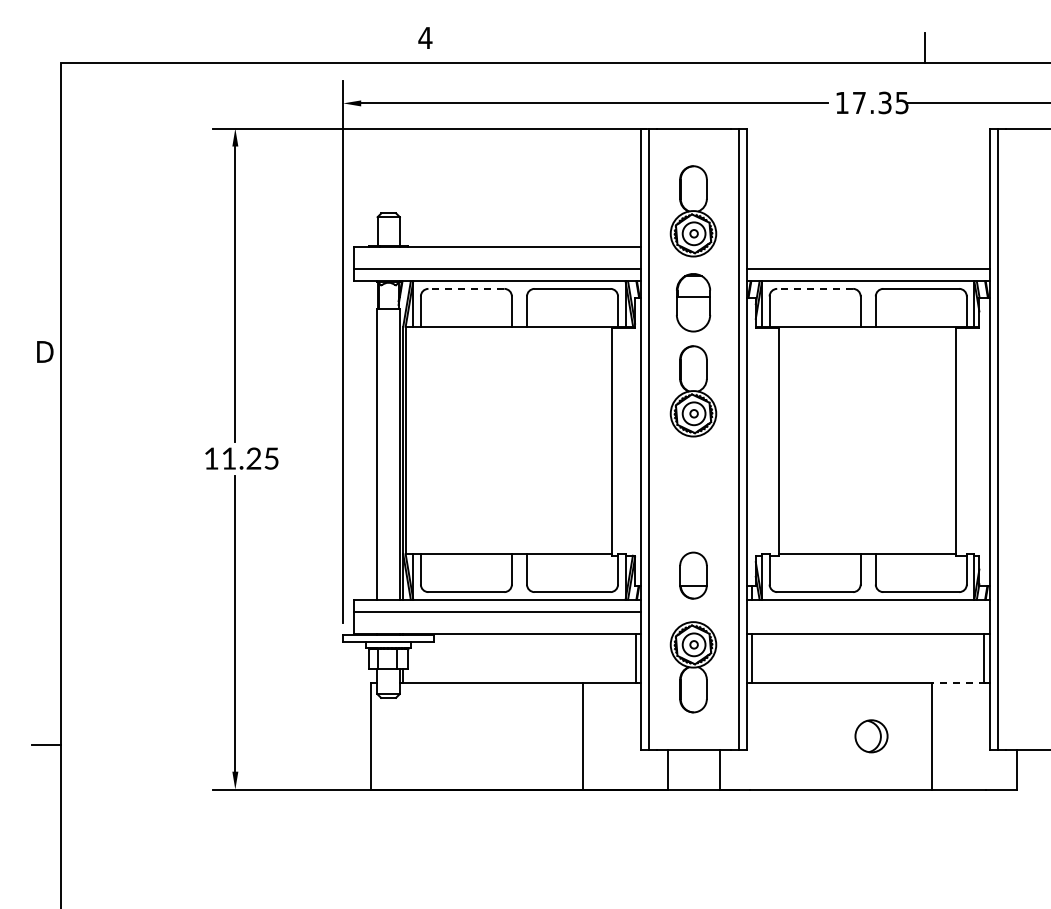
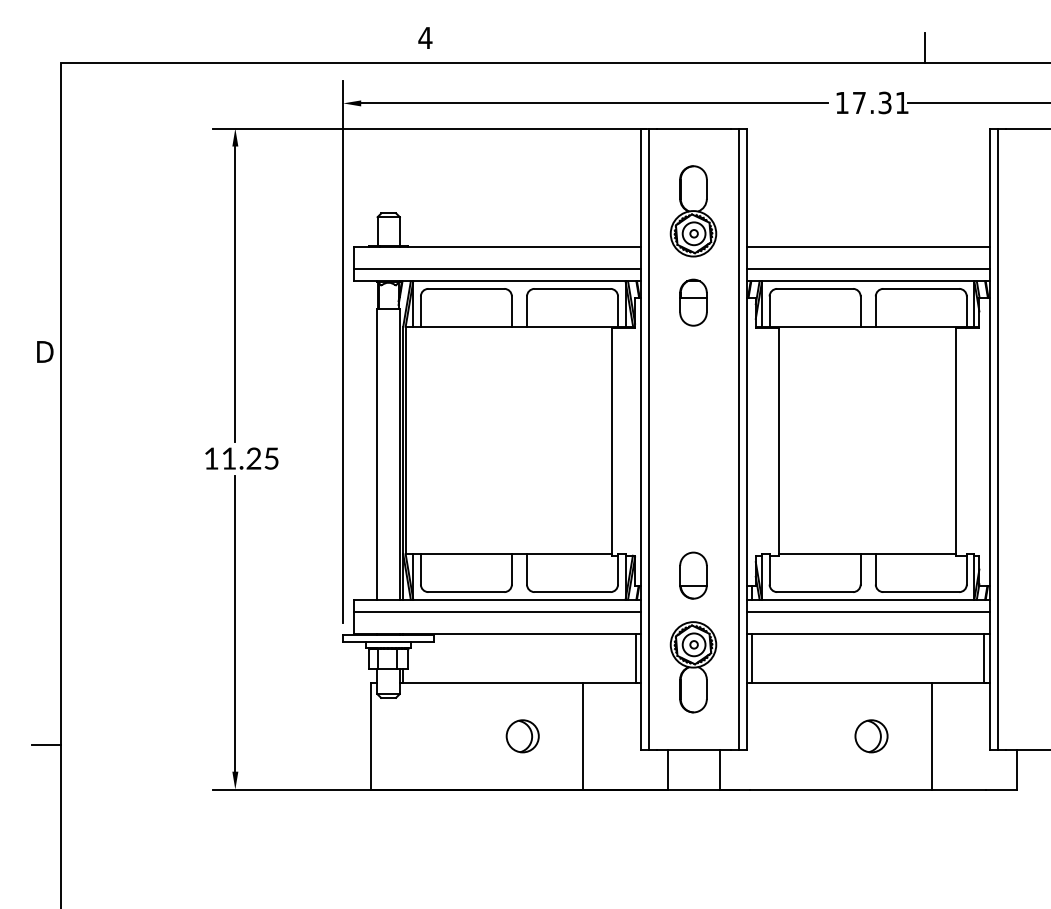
text at (901, 103): 17.35 -> 17.31
line at (867, 247): none -> present
line at (466, 288): dashed -> solid
line at (815, 288): dashed -> solid
part at (693, 302) size: 36x60 px -> 29x49 px
part at (693, 391): present -> none
line at (867, 612): none -> present
line at (959, 683): dashed -> solid
part at (522, 736): none -> present
